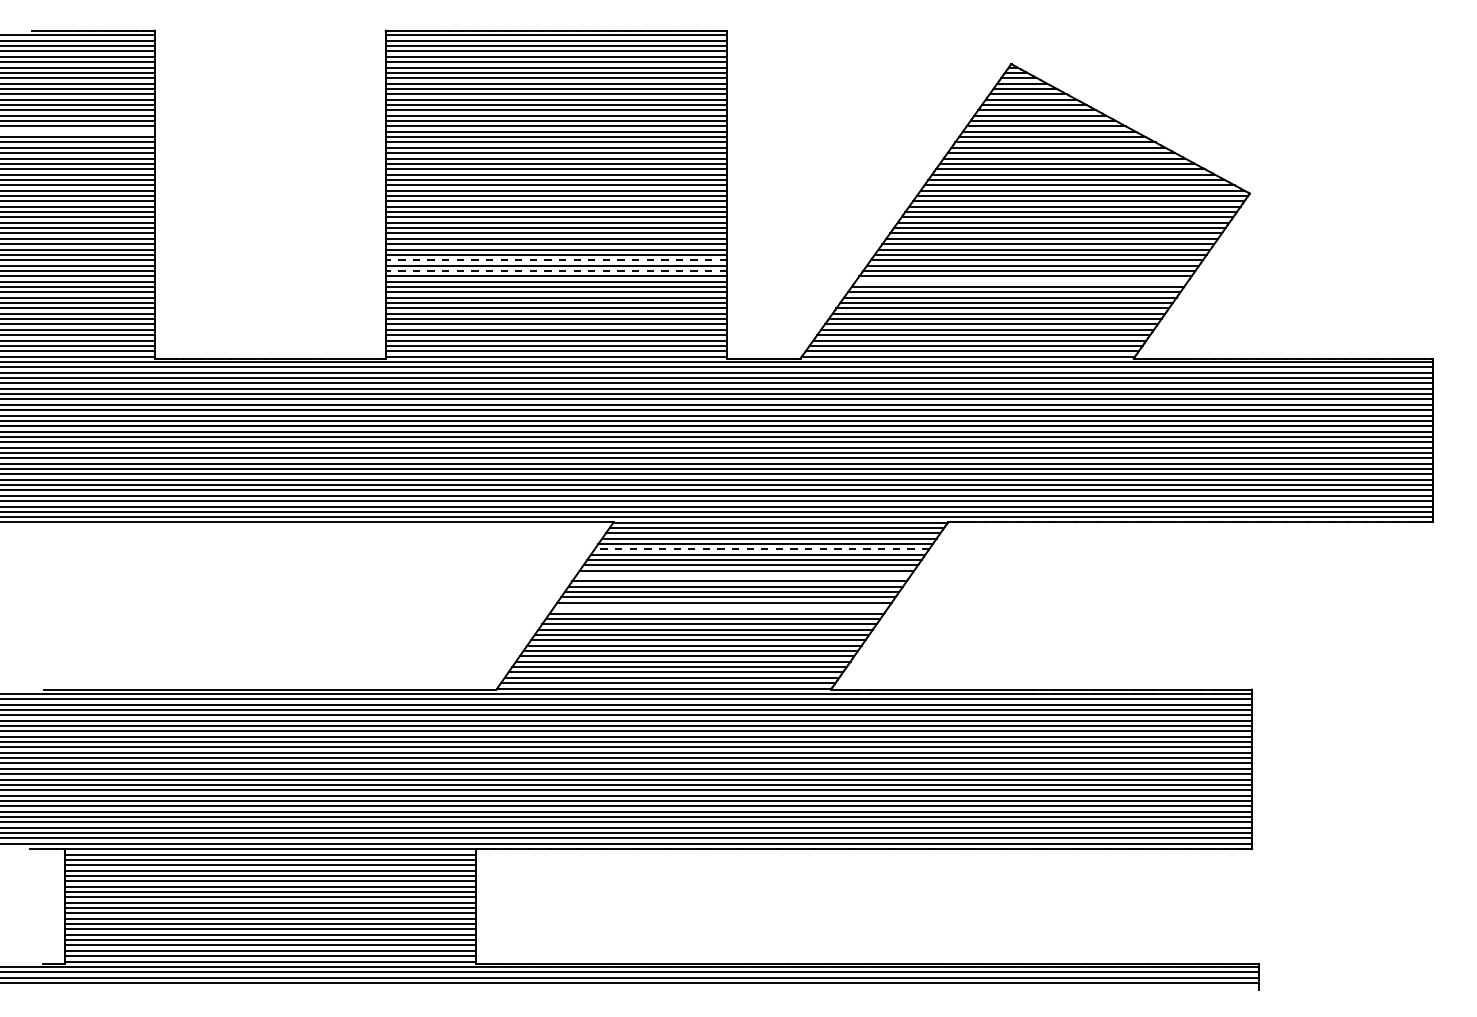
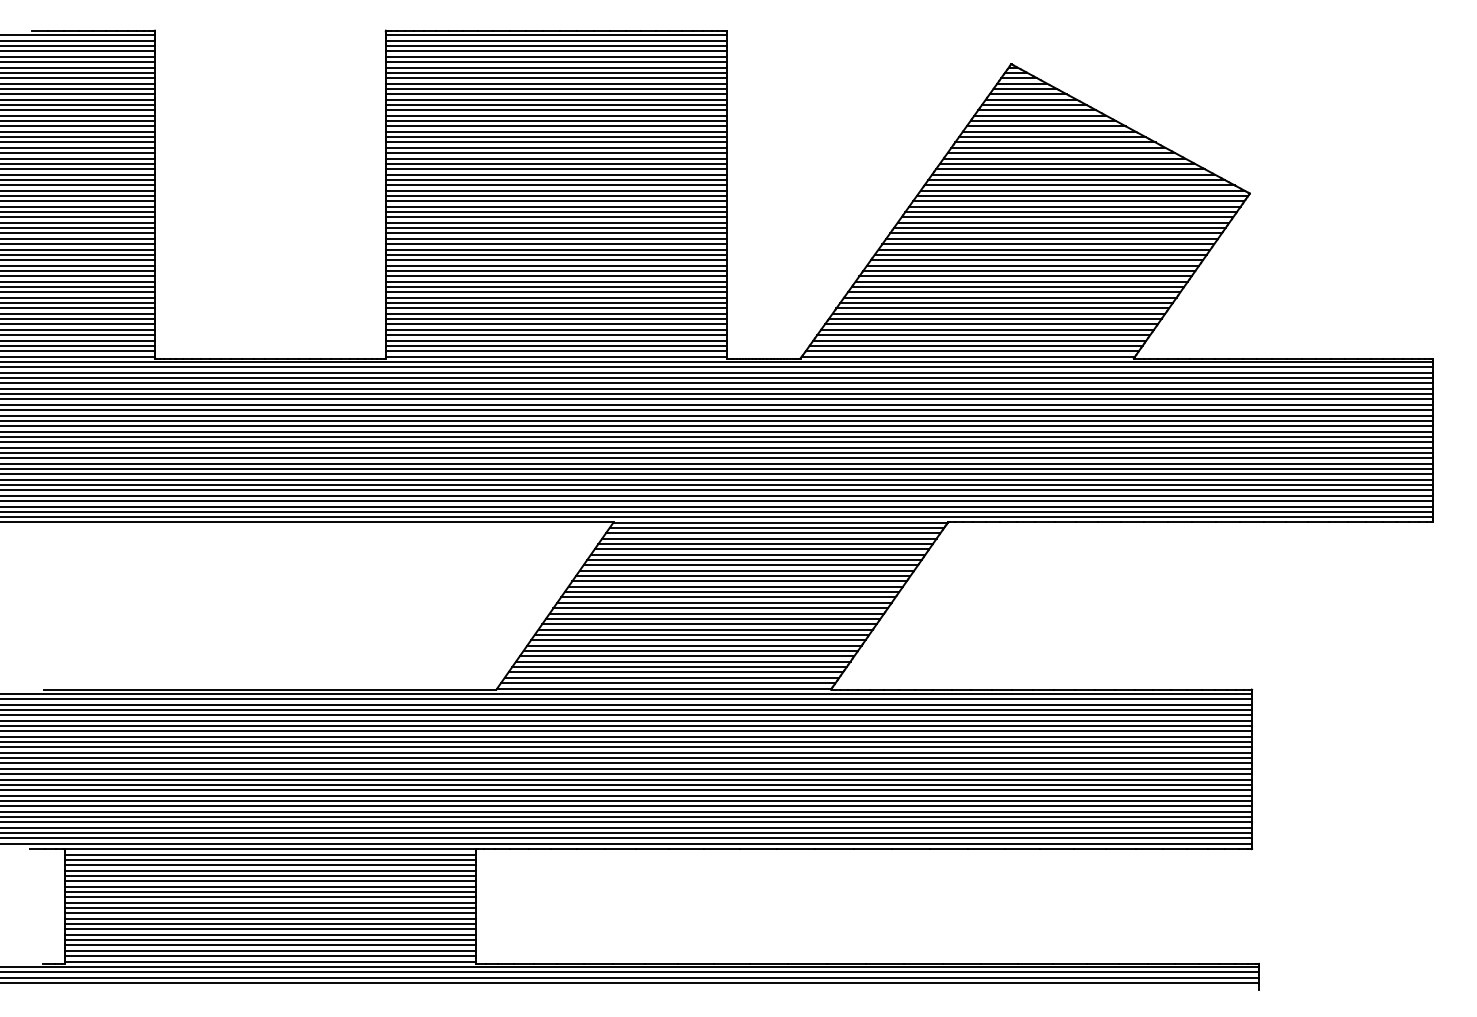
line at (78, 131): none -> present
line at (556, 260): dashed -> solid
line at (556, 270): dashed -> solid
line at (1021, 281): none -> present
line at (761, 549): dashed -> solid
line at (742, 576): none -> present
line at (720, 608): none -> present
